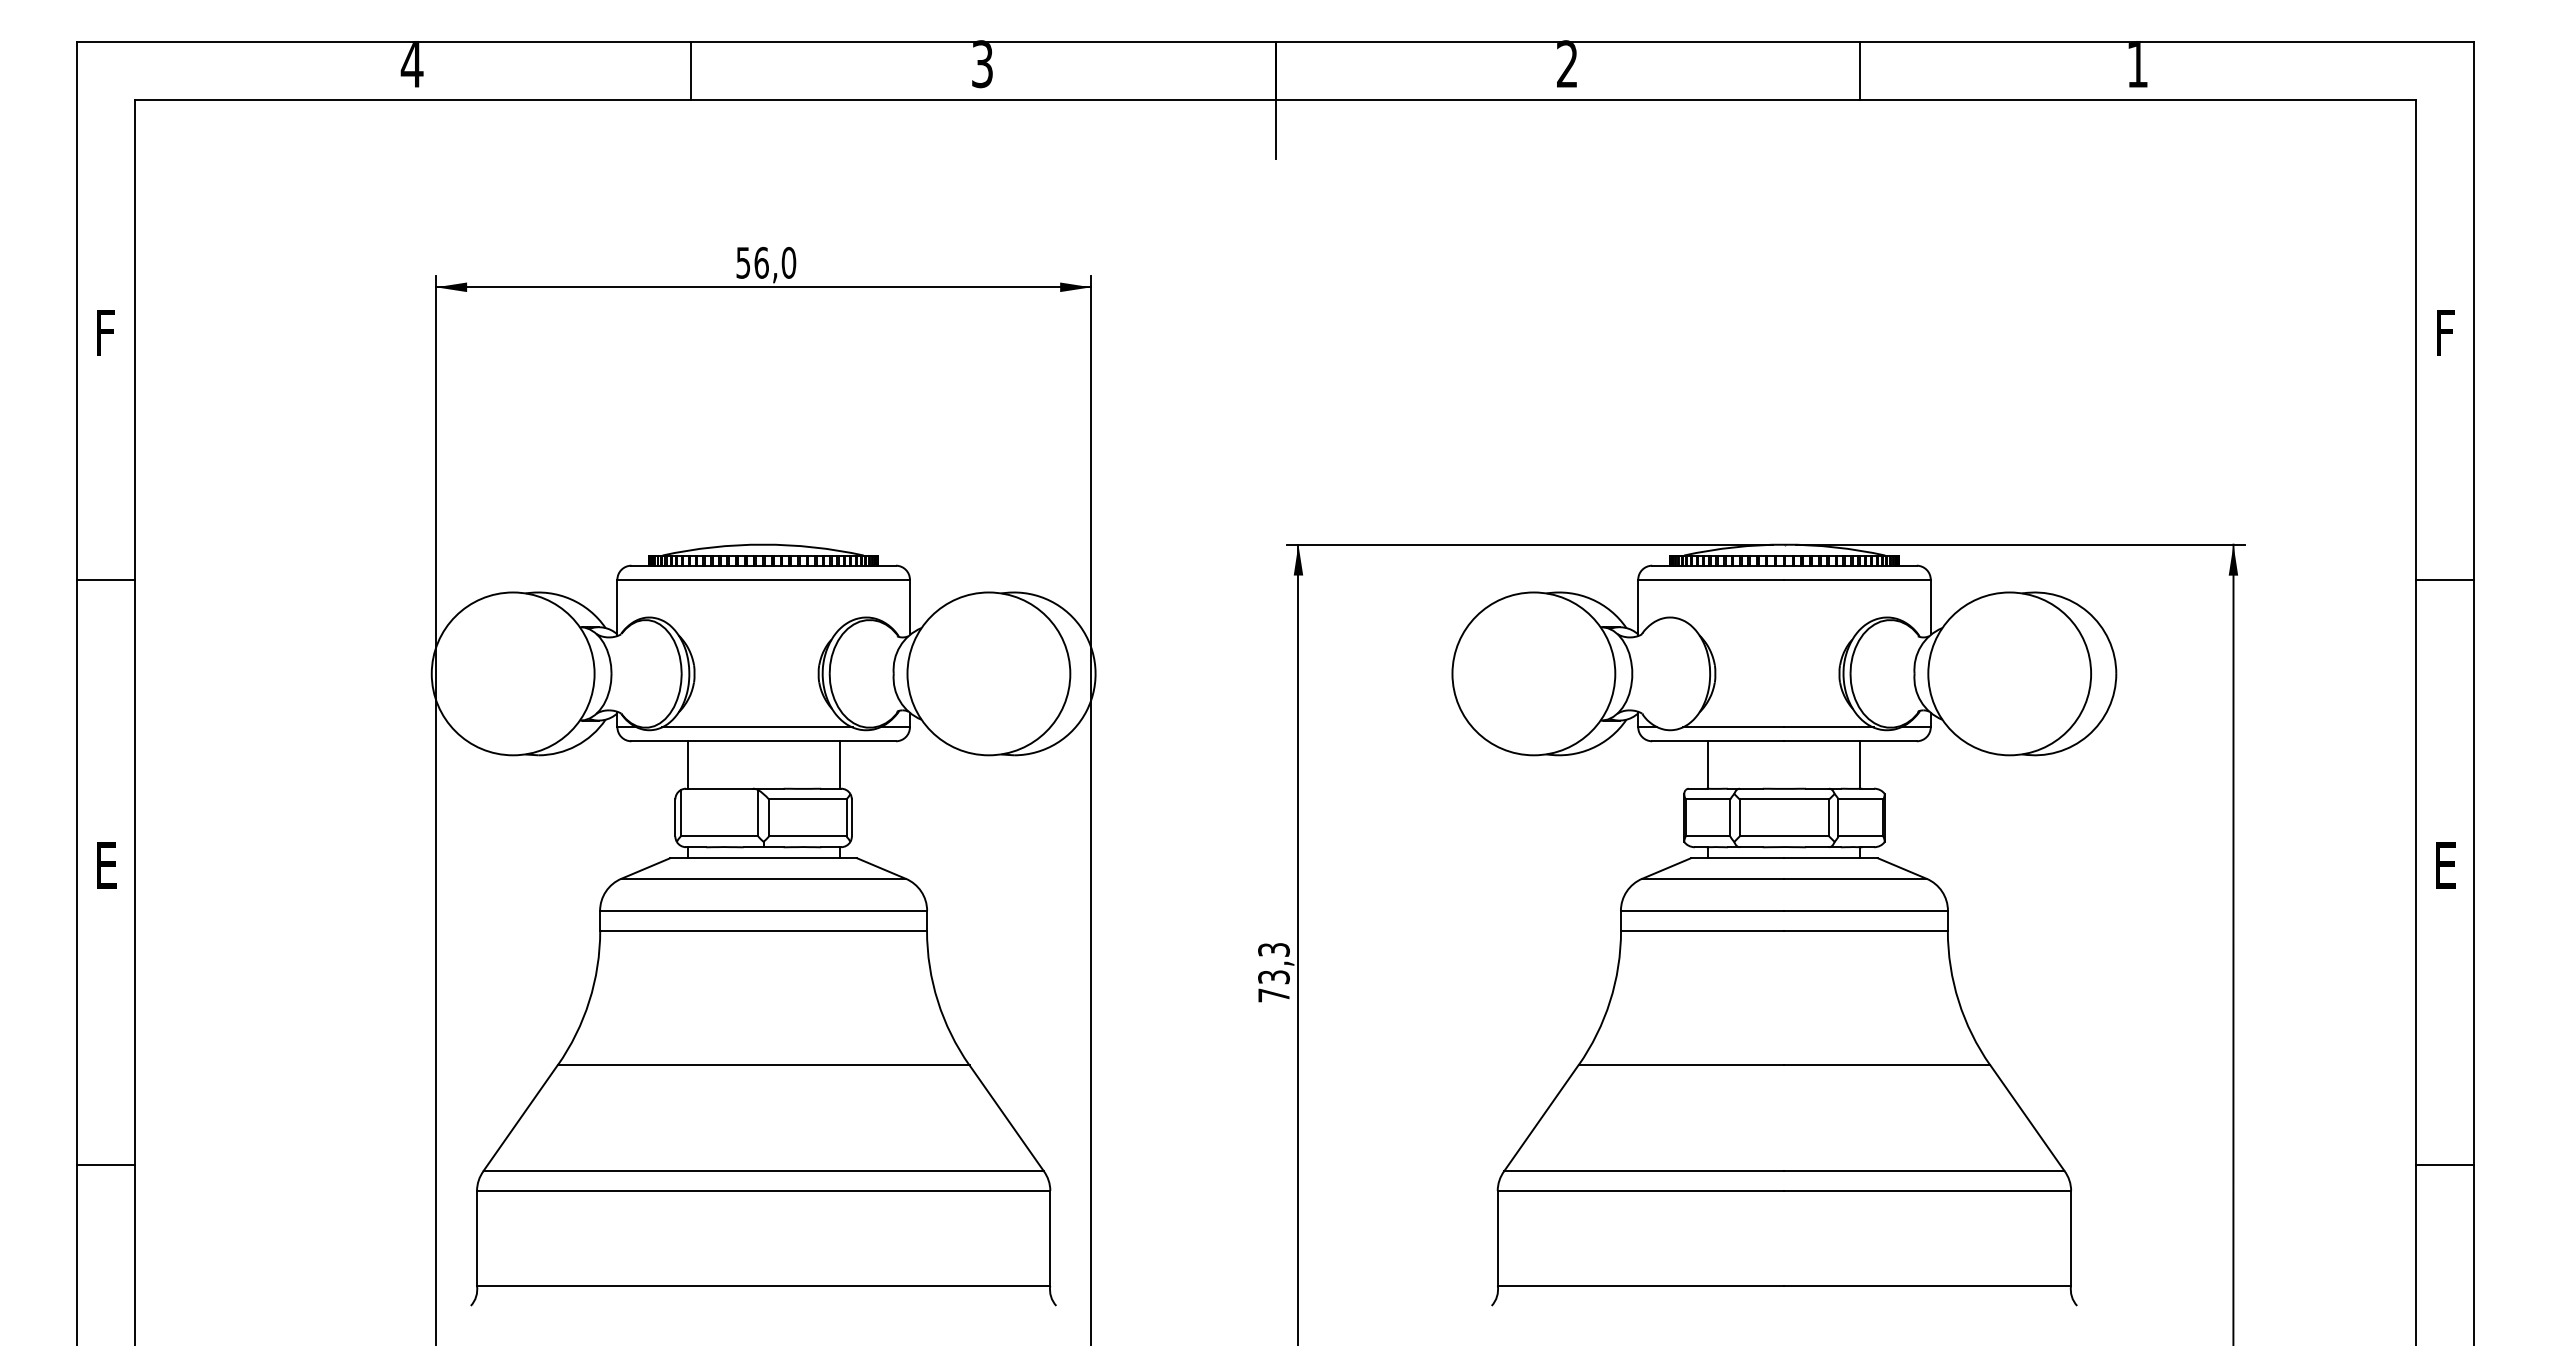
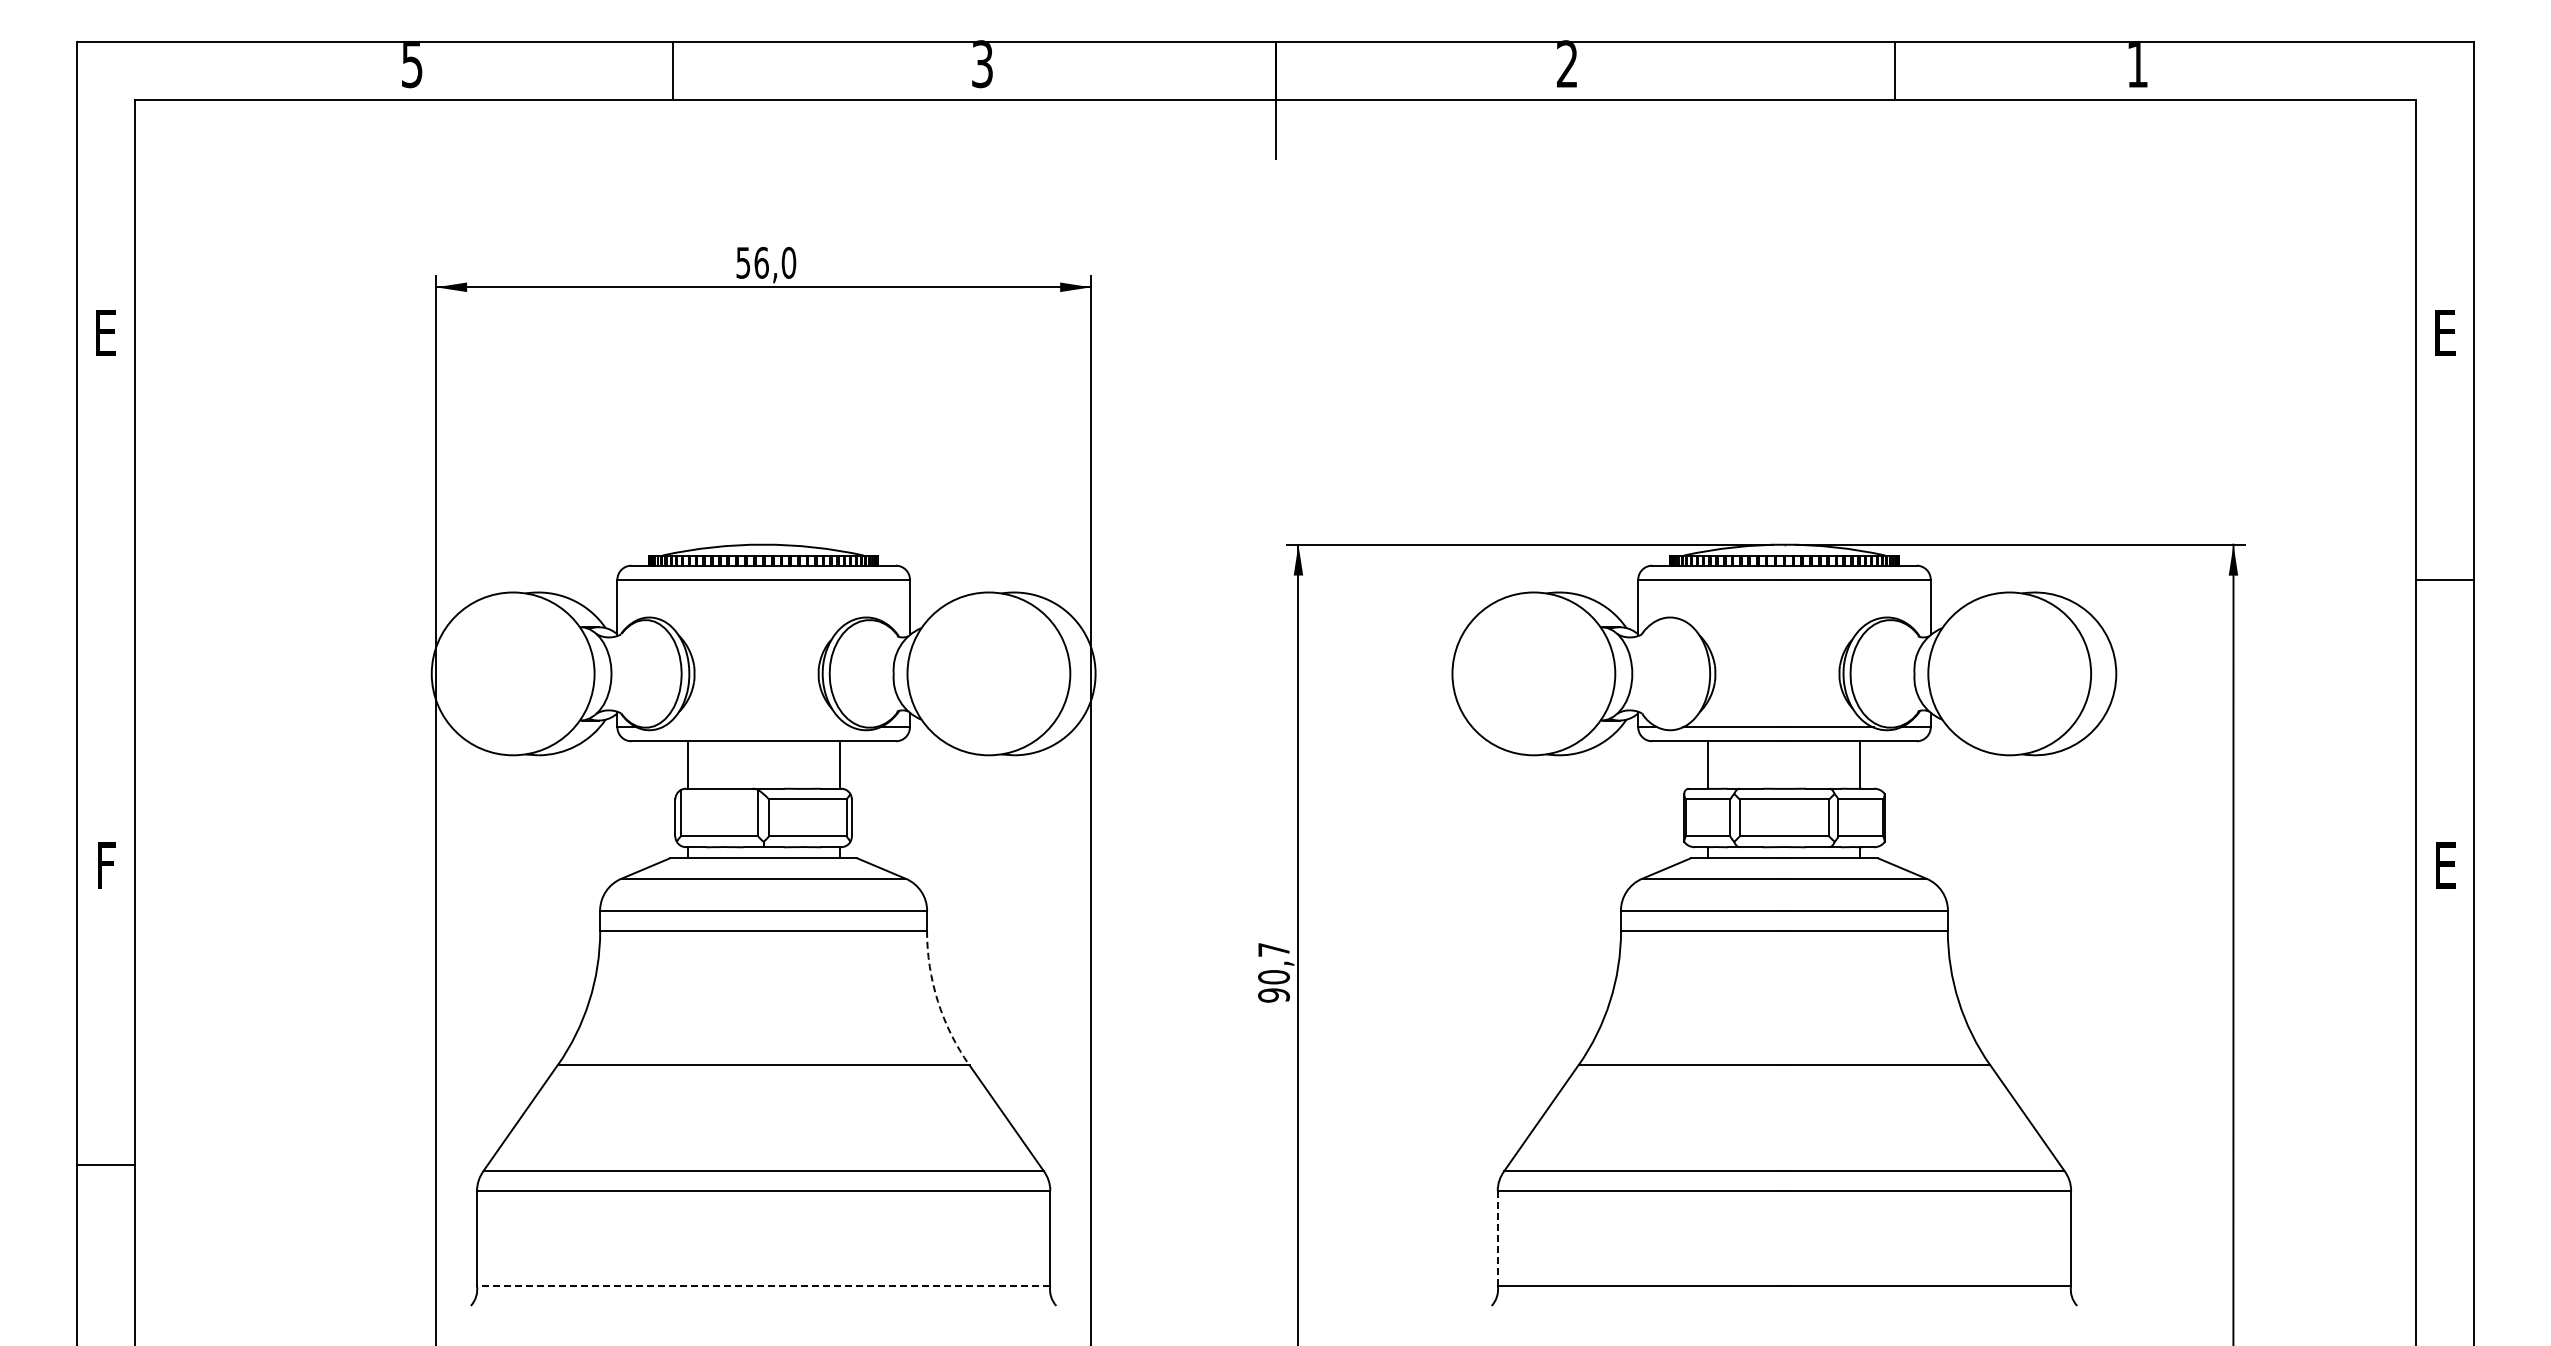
text at (411, 65): 4 -> 5
line at (690, 70) position: (690, 70) -> (672, 70)
line at (1860, 70) position: (1860, 70) -> (1895, 70)
text at (105, 332): F -> E
text at (2445, 332): F -> E
line at (105, 579): present -> none
line at (757, 727): present -> none
text at (106, 865): E -> F
text at (1273, 972): 73,3 -> 90,7
arc at (937, 1001): solid -> dashed
line at (2444, 1164): present -> none
line at (1497, 1238): solid -> dashed
line at (763, 1285): solid -> dashed
